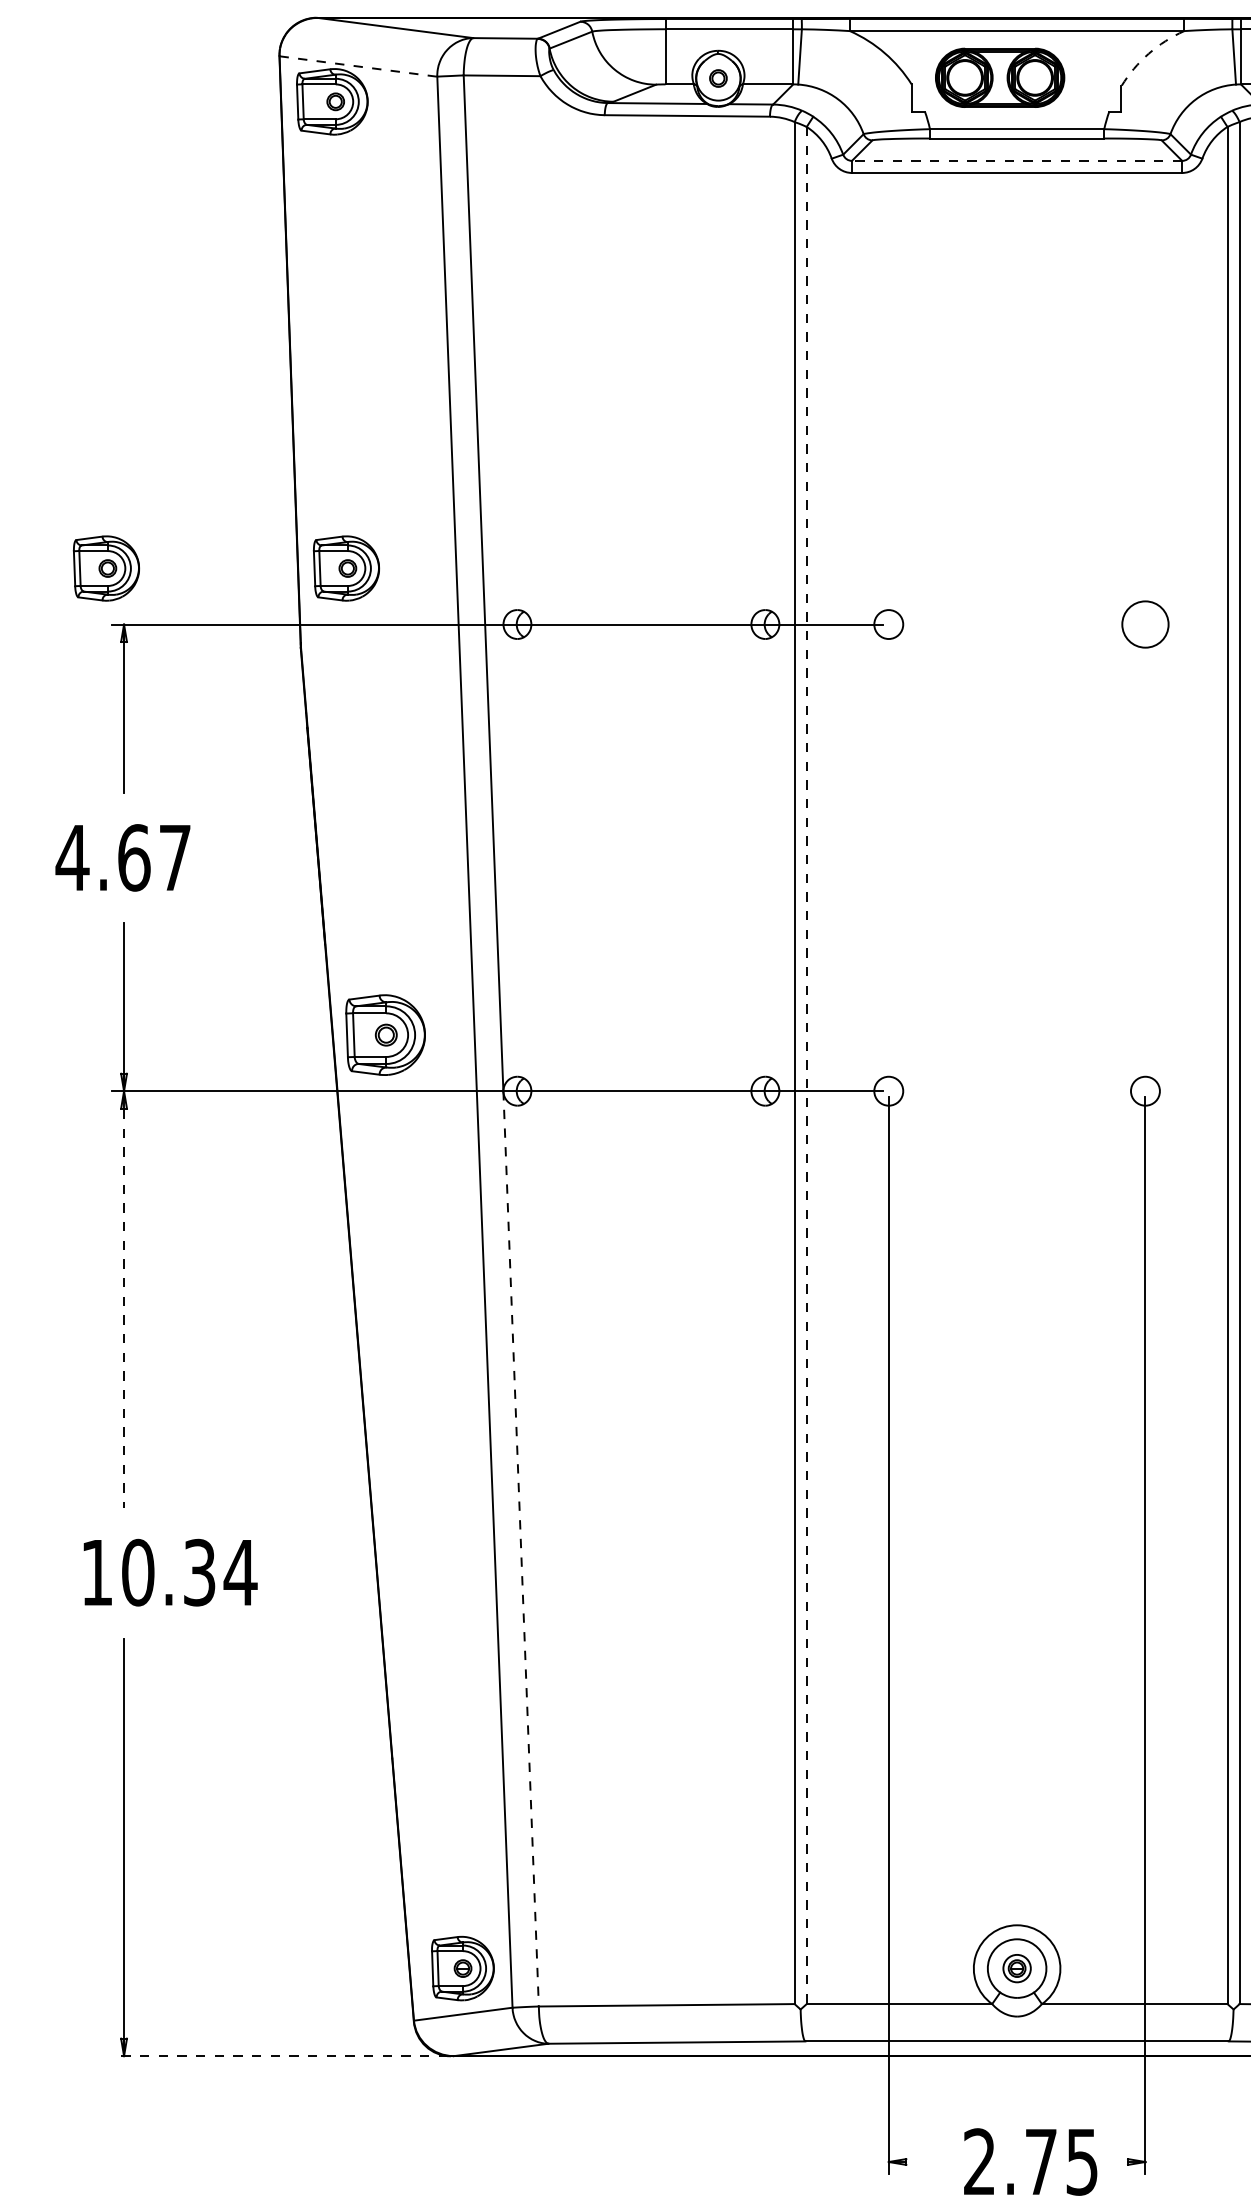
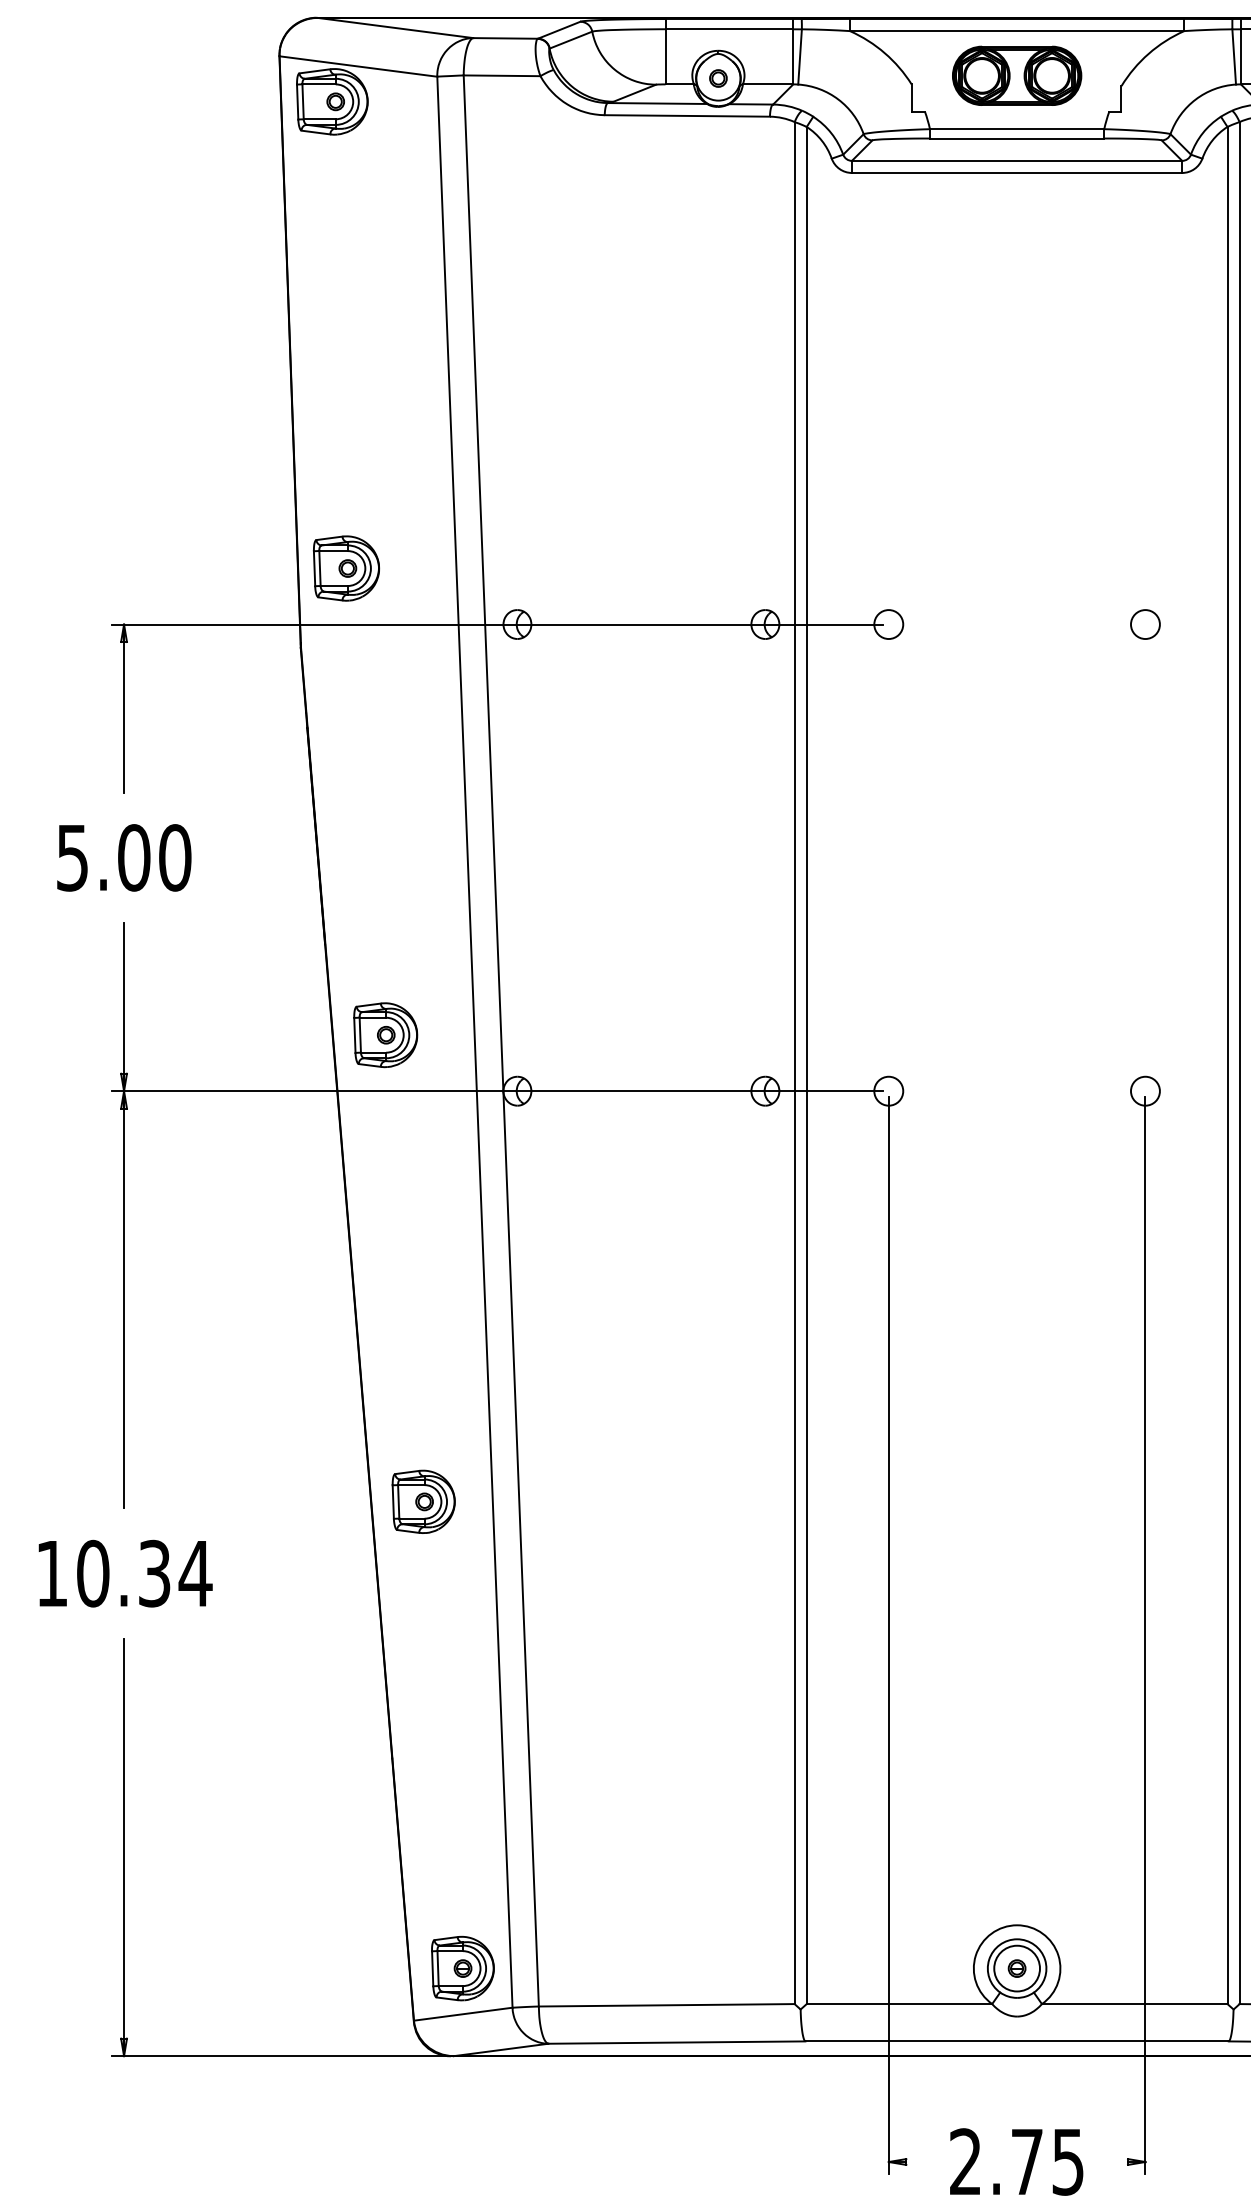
arc at (1148, 53): dashed -> solid
line at (358, 66): dashed -> solid
part at (1000, 77) position: (1000, 77) -> (1017, 75)
line at (1016, 160): dashed -> solid
part at (105, 568): present -> none
circle at (1145, 624) diameter: 46 px -> 29 px
text at (123, 857): 4.67 -> 5.00
part at (385, 1034) size: 81x82 px -> 66x67 px
line at (806, 1065): dashed -> solid
line at (124, 1299): dashed -> solid
part at (423, 1501): none -> present
line at (521, 1549): dashed -> solid
text at (170, 1572) position: (170, 1572) -> (125, 1573)
circle at (1016, 1968) diameter: 27 px -> 46 px
line at (280, 2056): dashed -> solid
text at (1030, 2161) position: (1030, 2161) -> (1016, 2161)
